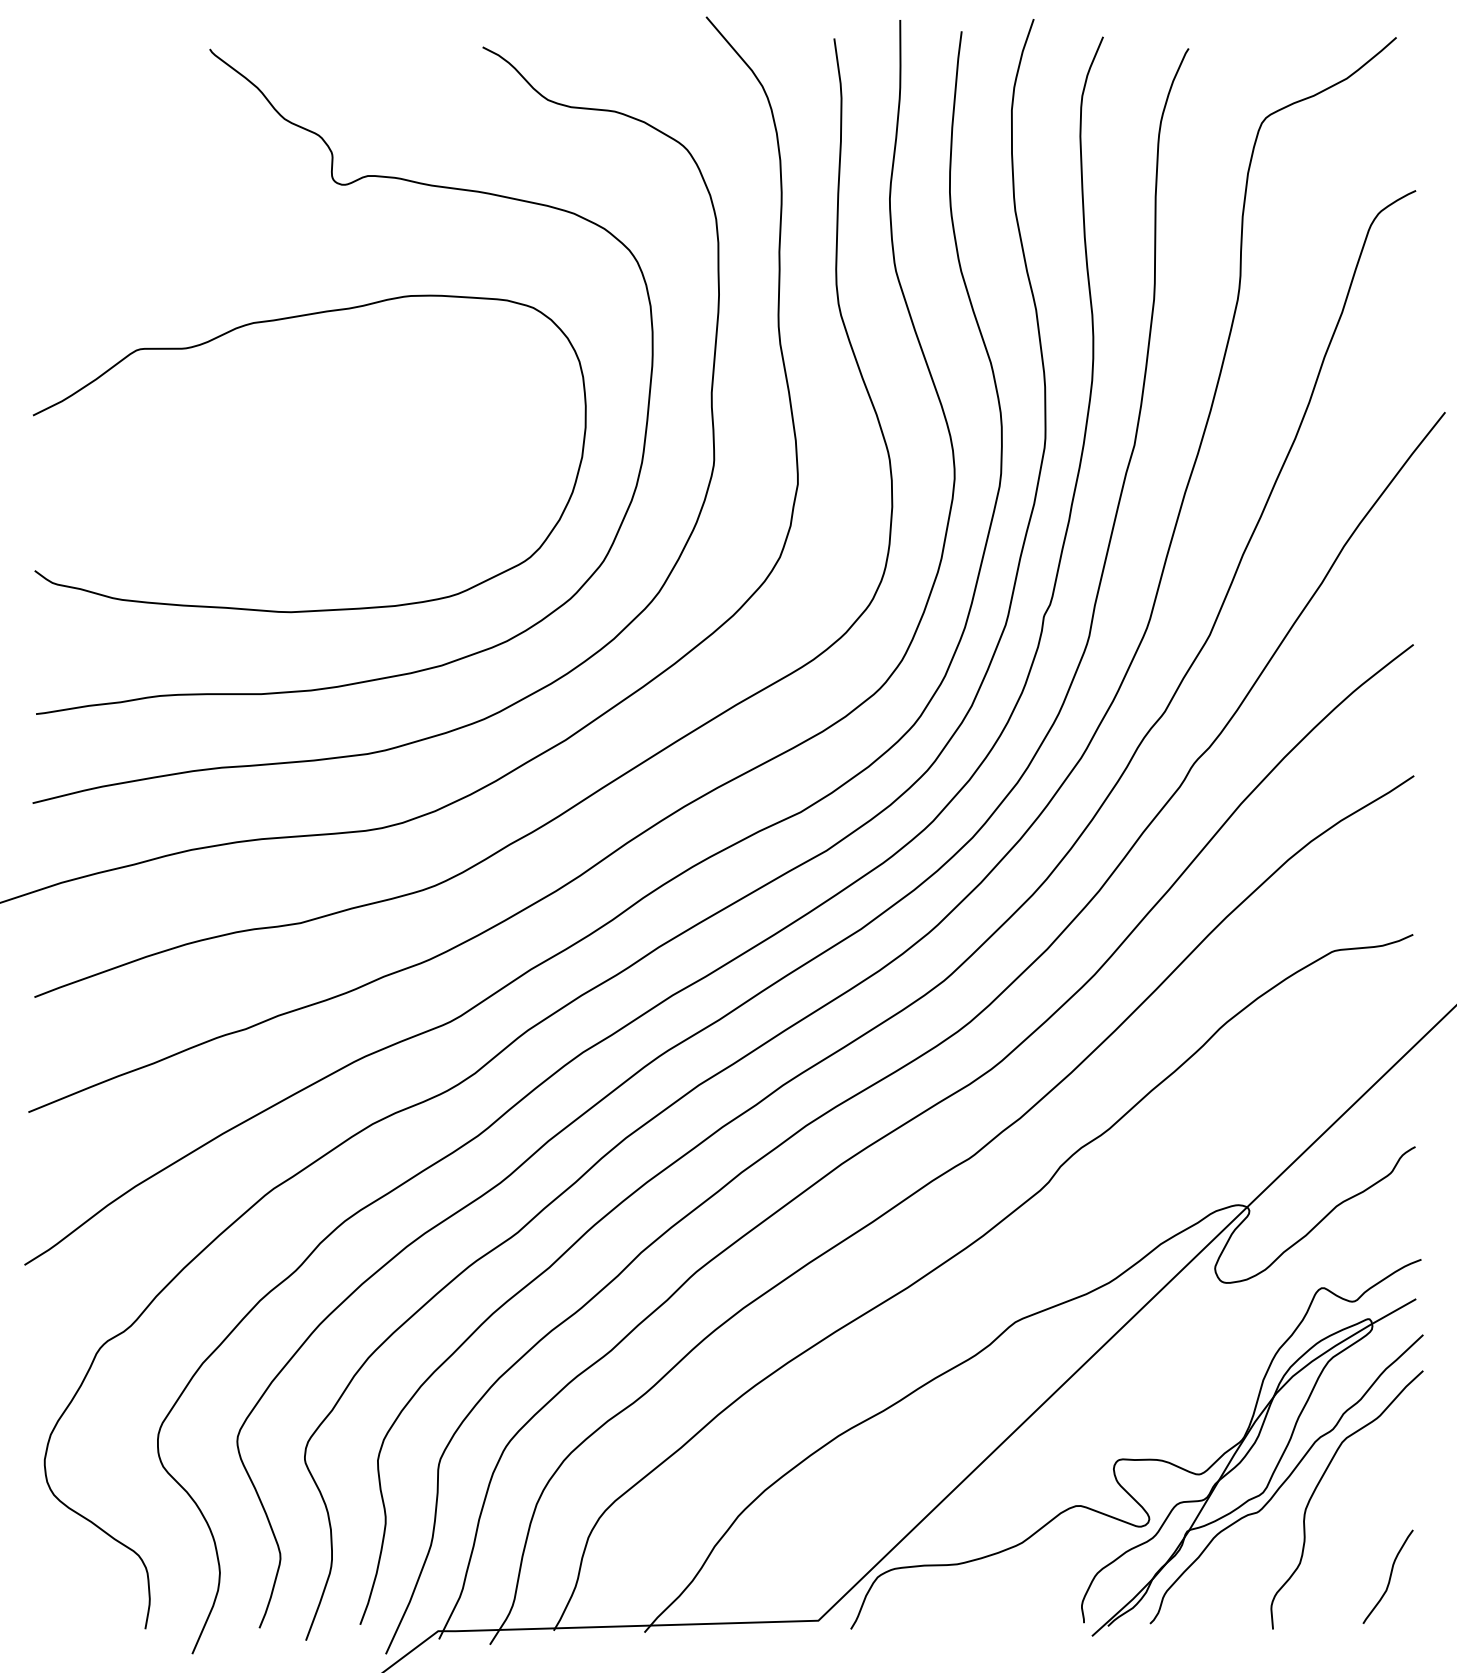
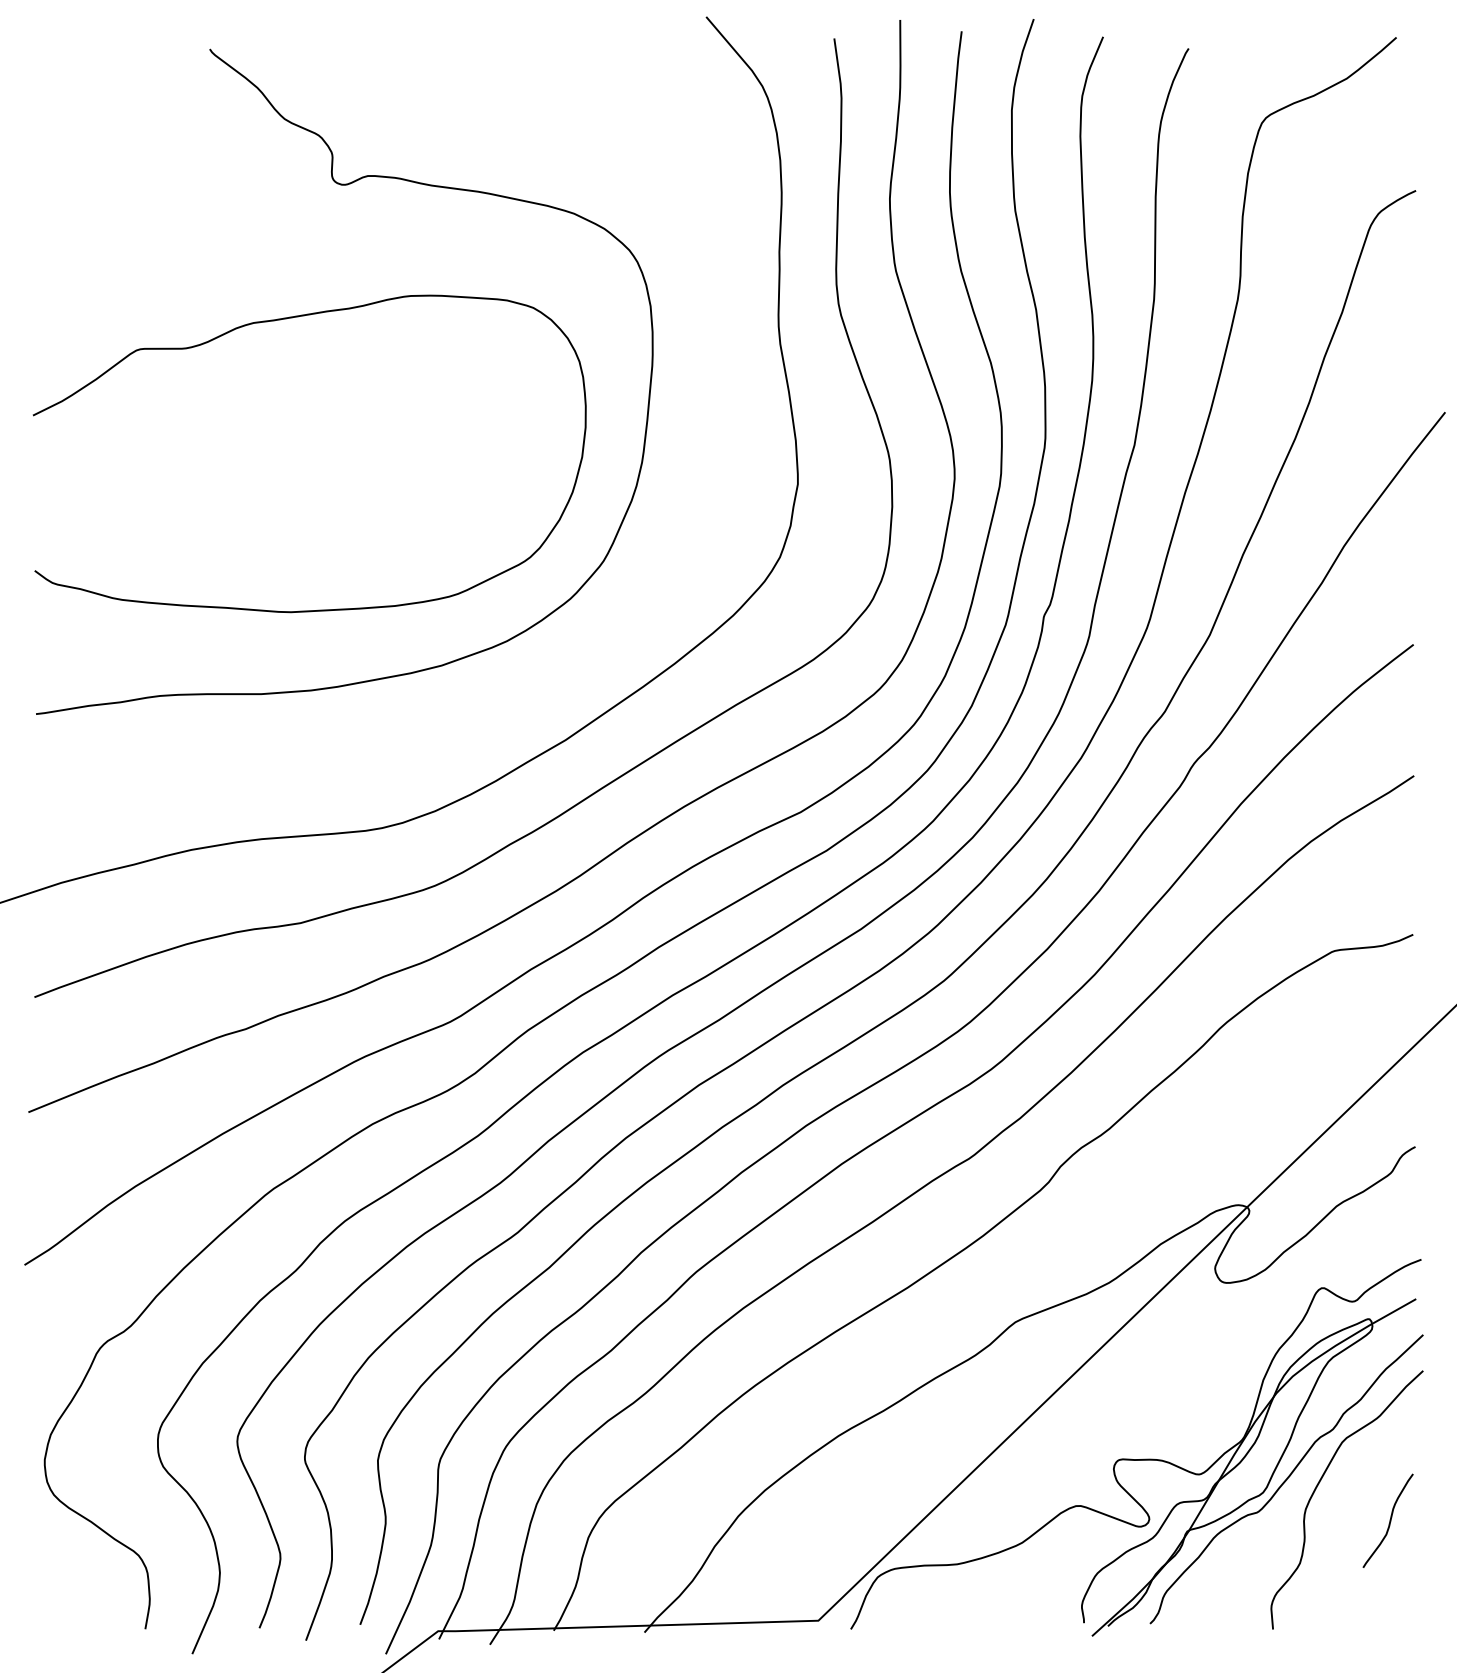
curve at (521, 698): present -> none
curve at (1389, 1576) position: (1389, 1576) -> (1389, 1520)
